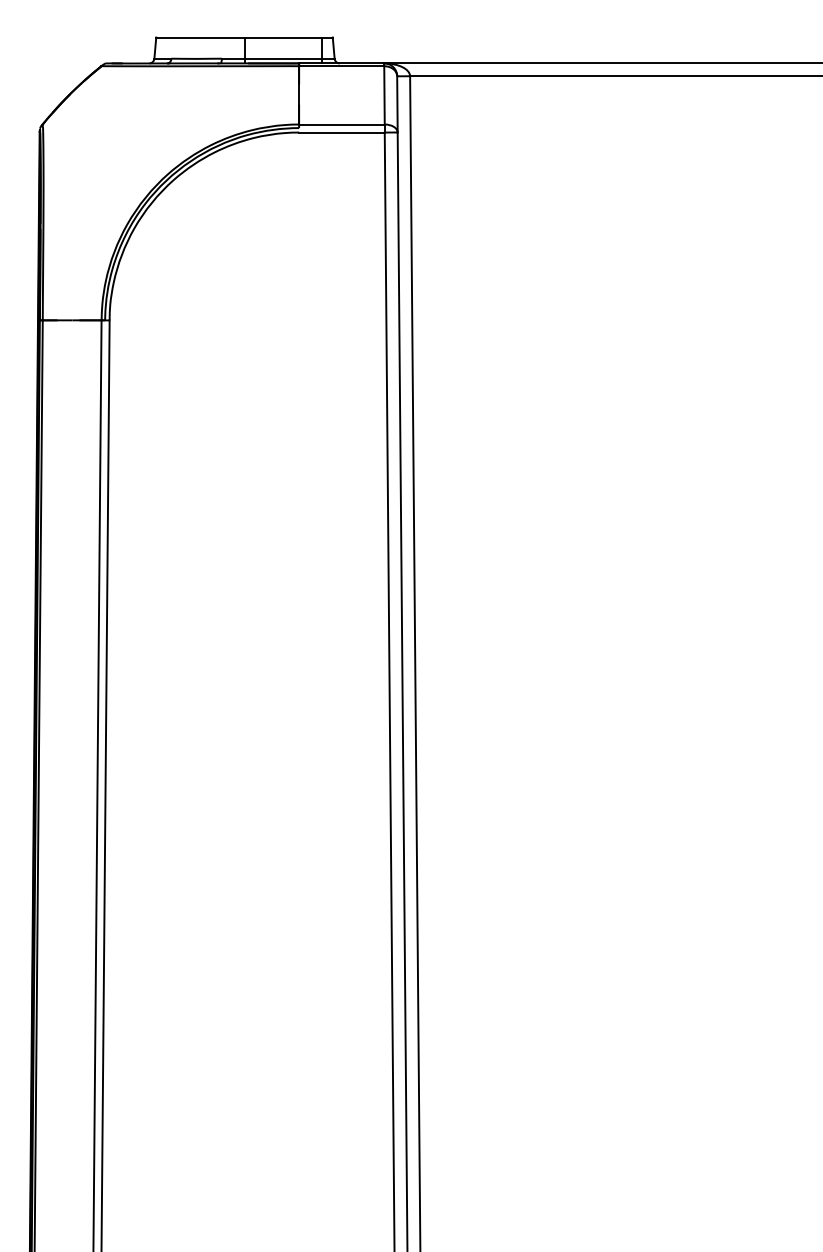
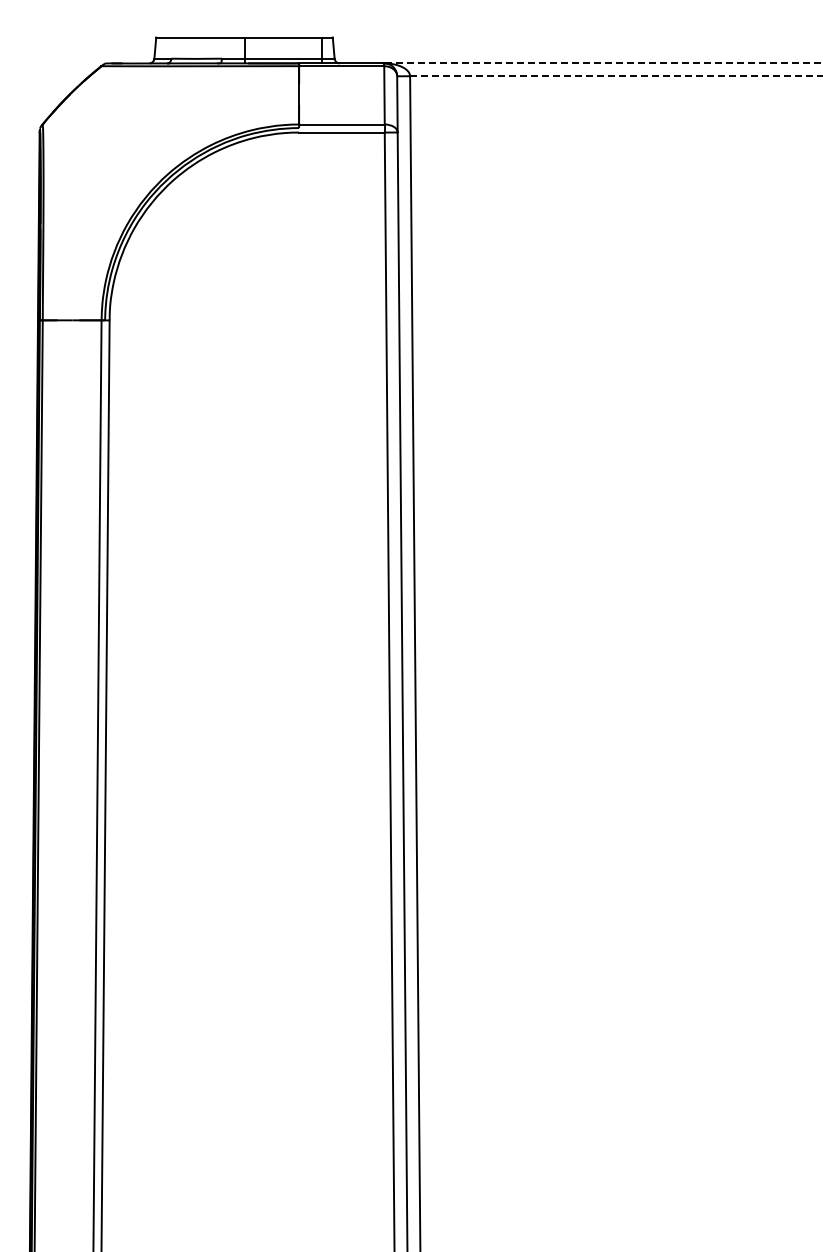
line at (603, 63): solid -> dashed
line at (617, 76): solid -> dashed
